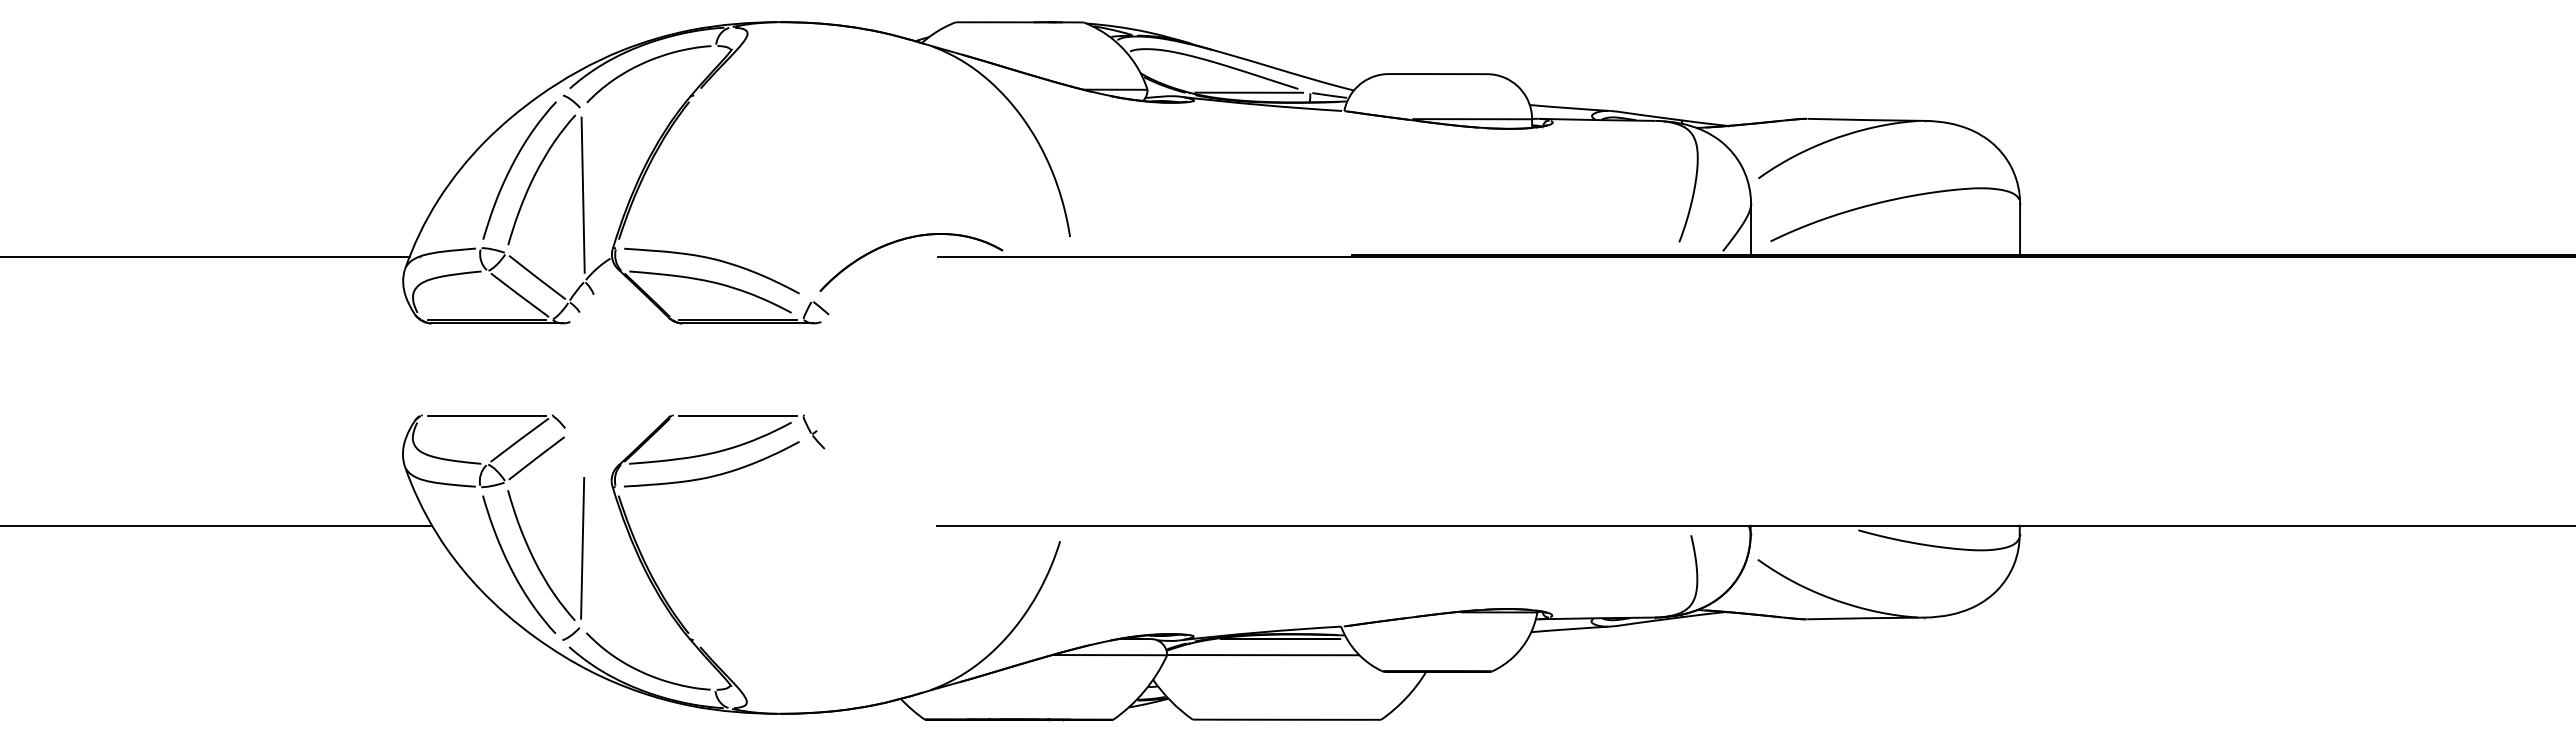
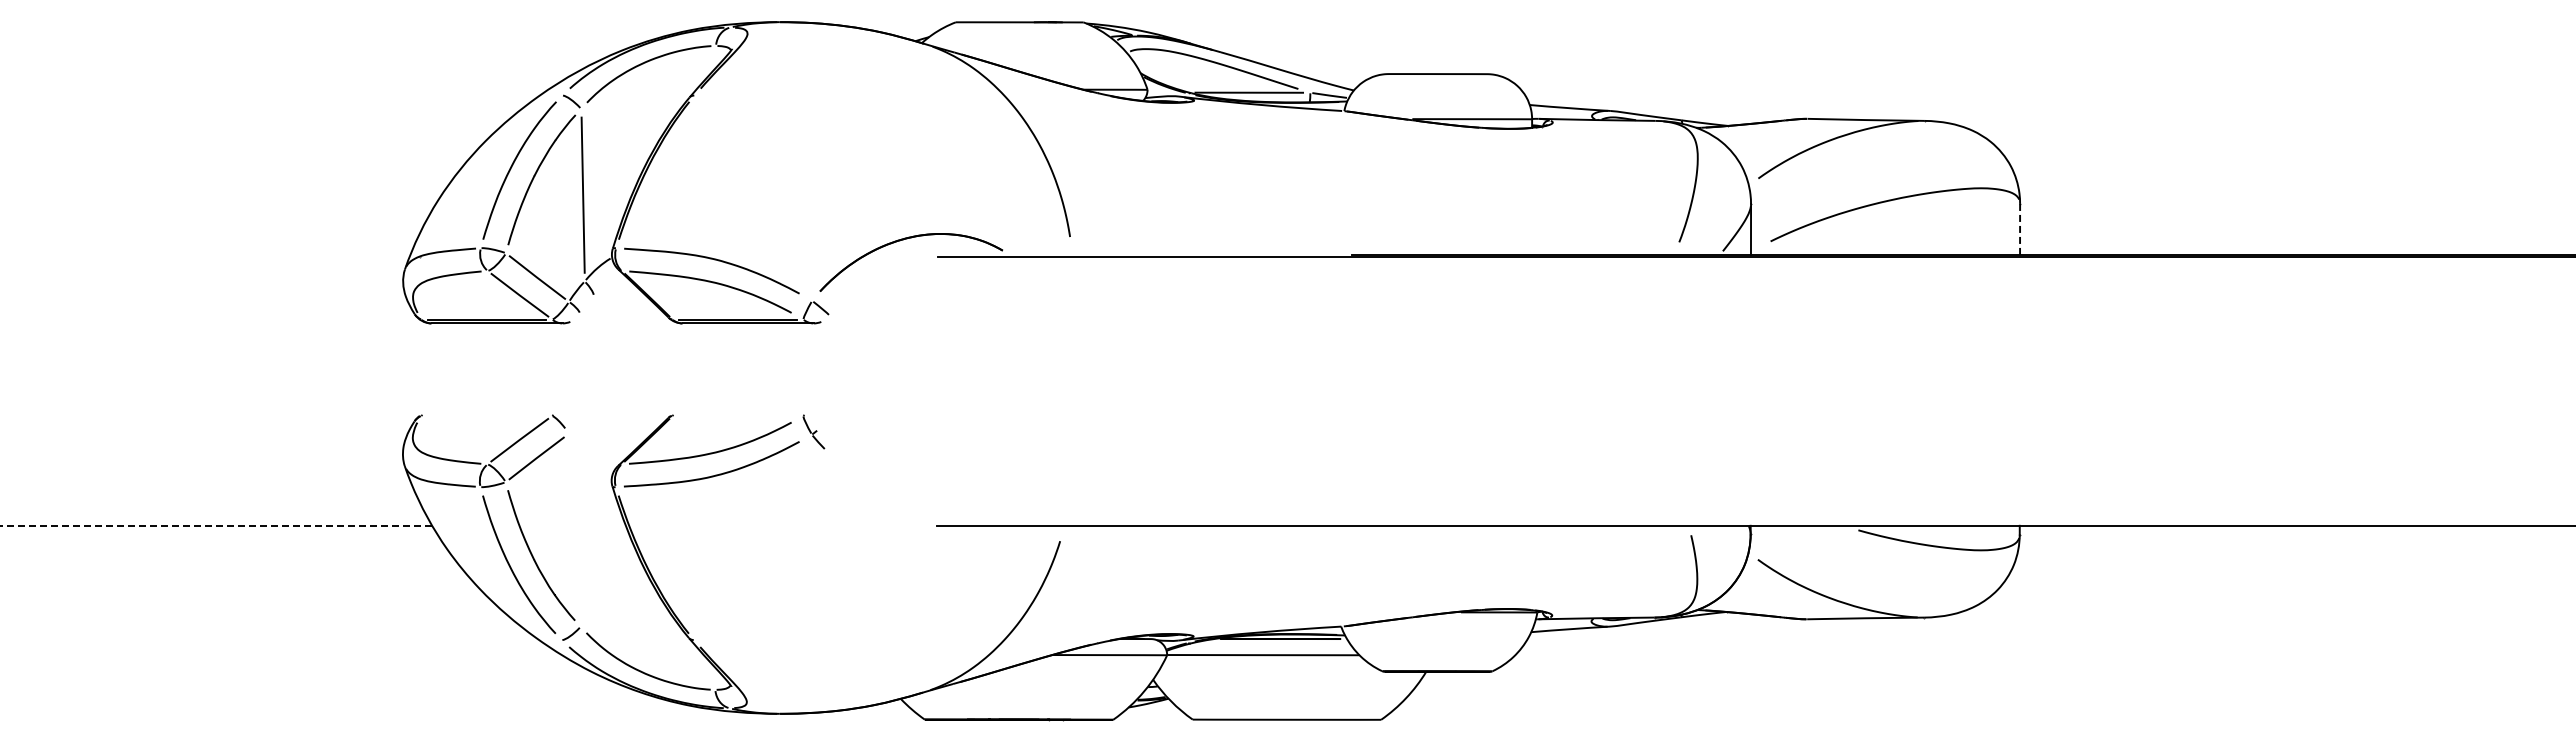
line at (2020, 229): solid -> dashed
line at (205, 256): present -> none
line at (486, 416): present -> none
line at (737, 416): present -> none
line at (216, 525): solid -> dashed
line at (582, 547): present -> none
